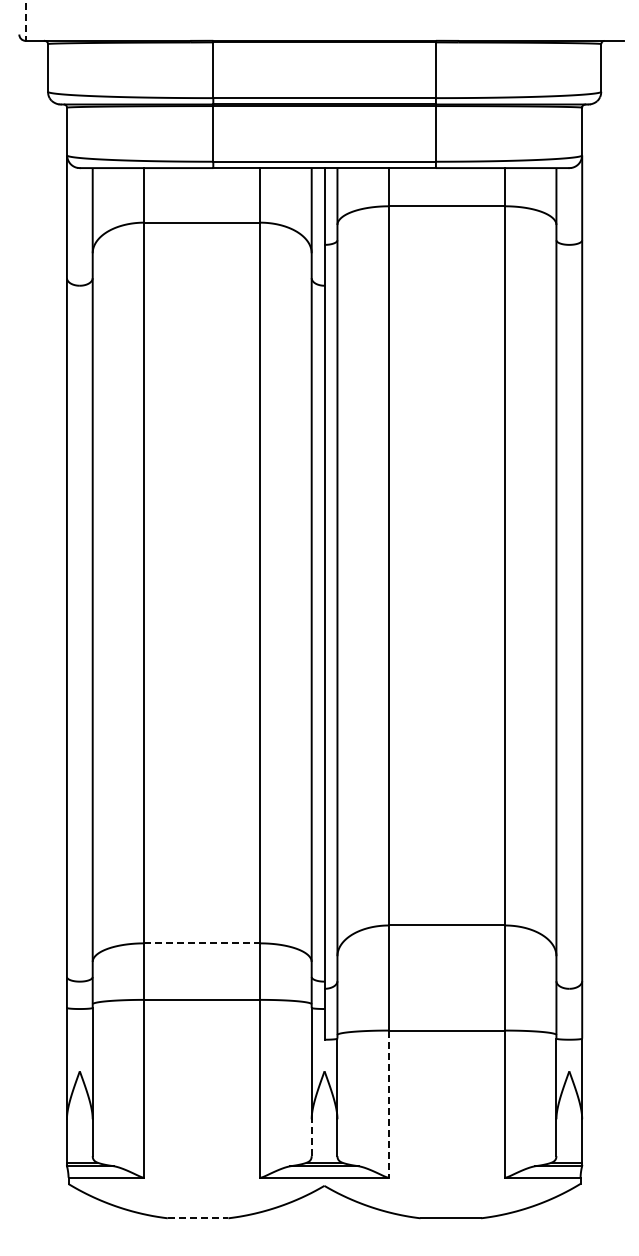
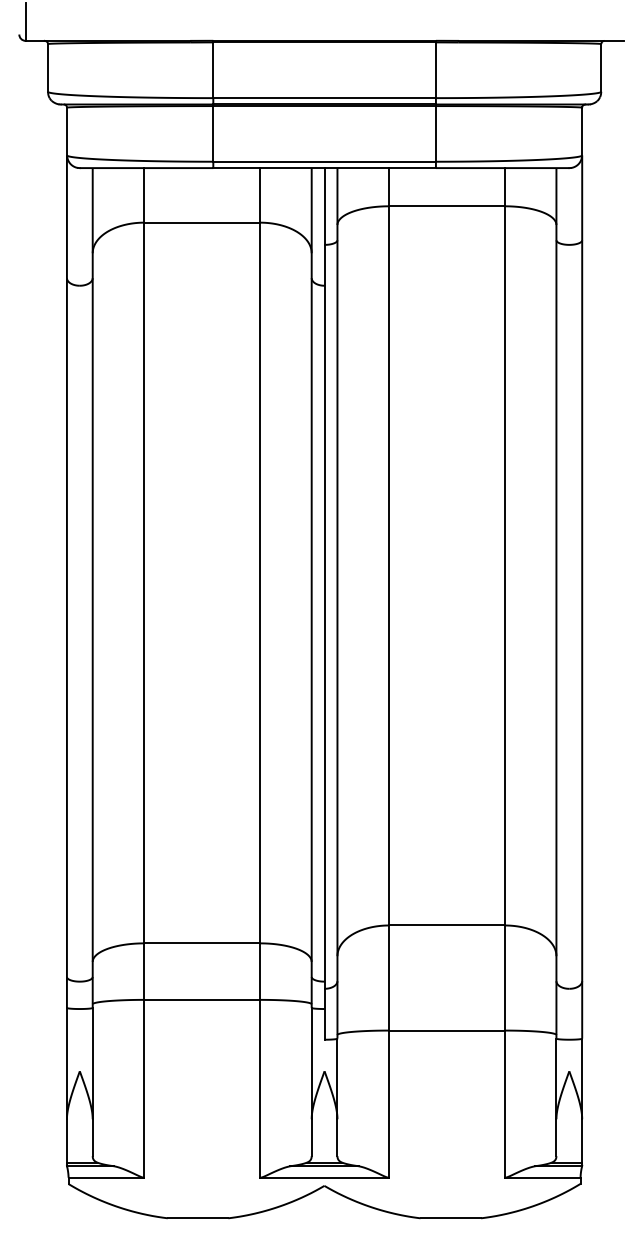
line at (25, 22): dashed -> solid
line at (202, 943): dashed -> solid
line at (388, 1104): dashed -> solid
line at (311, 1137): dashed -> solid
line at (198, 1218): dashed -> solid
